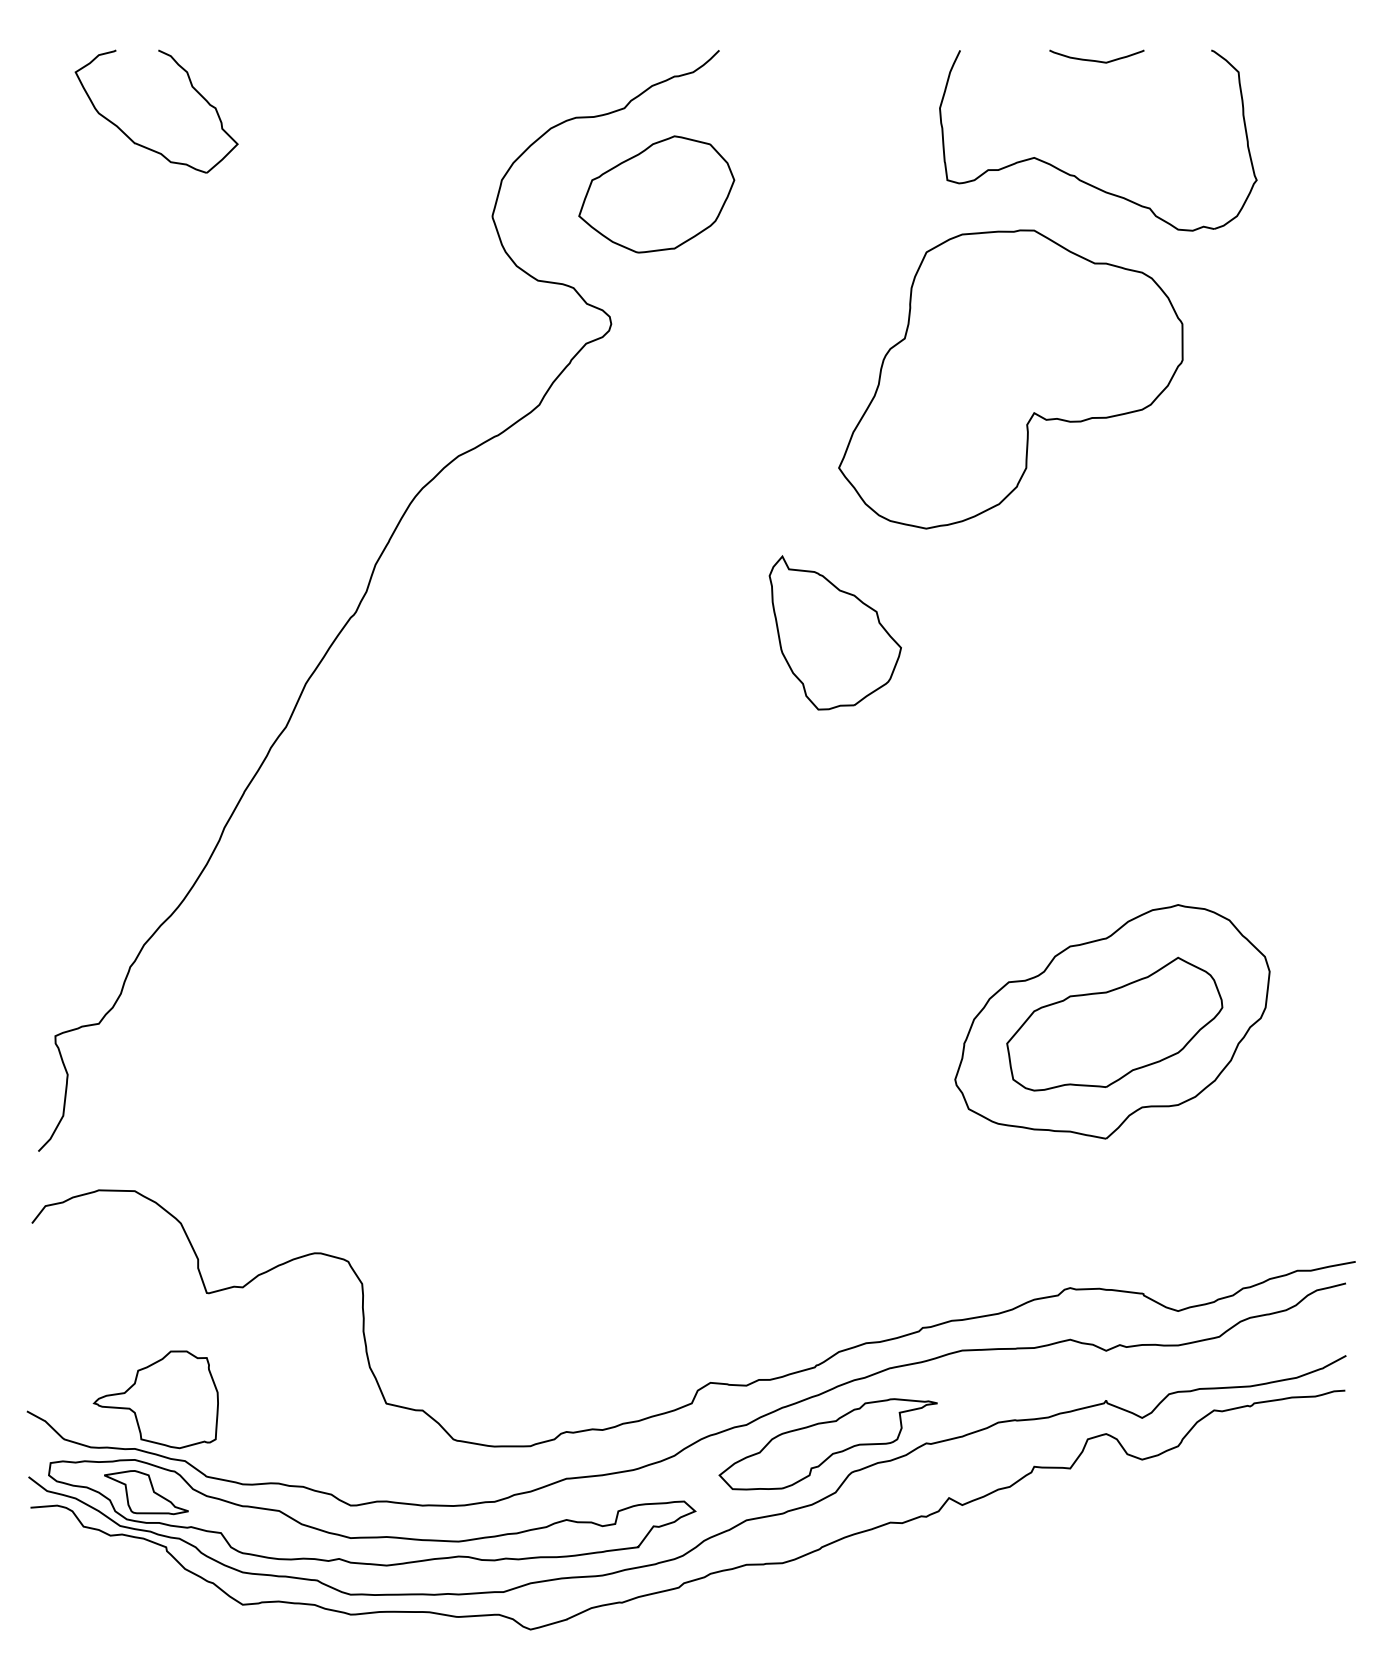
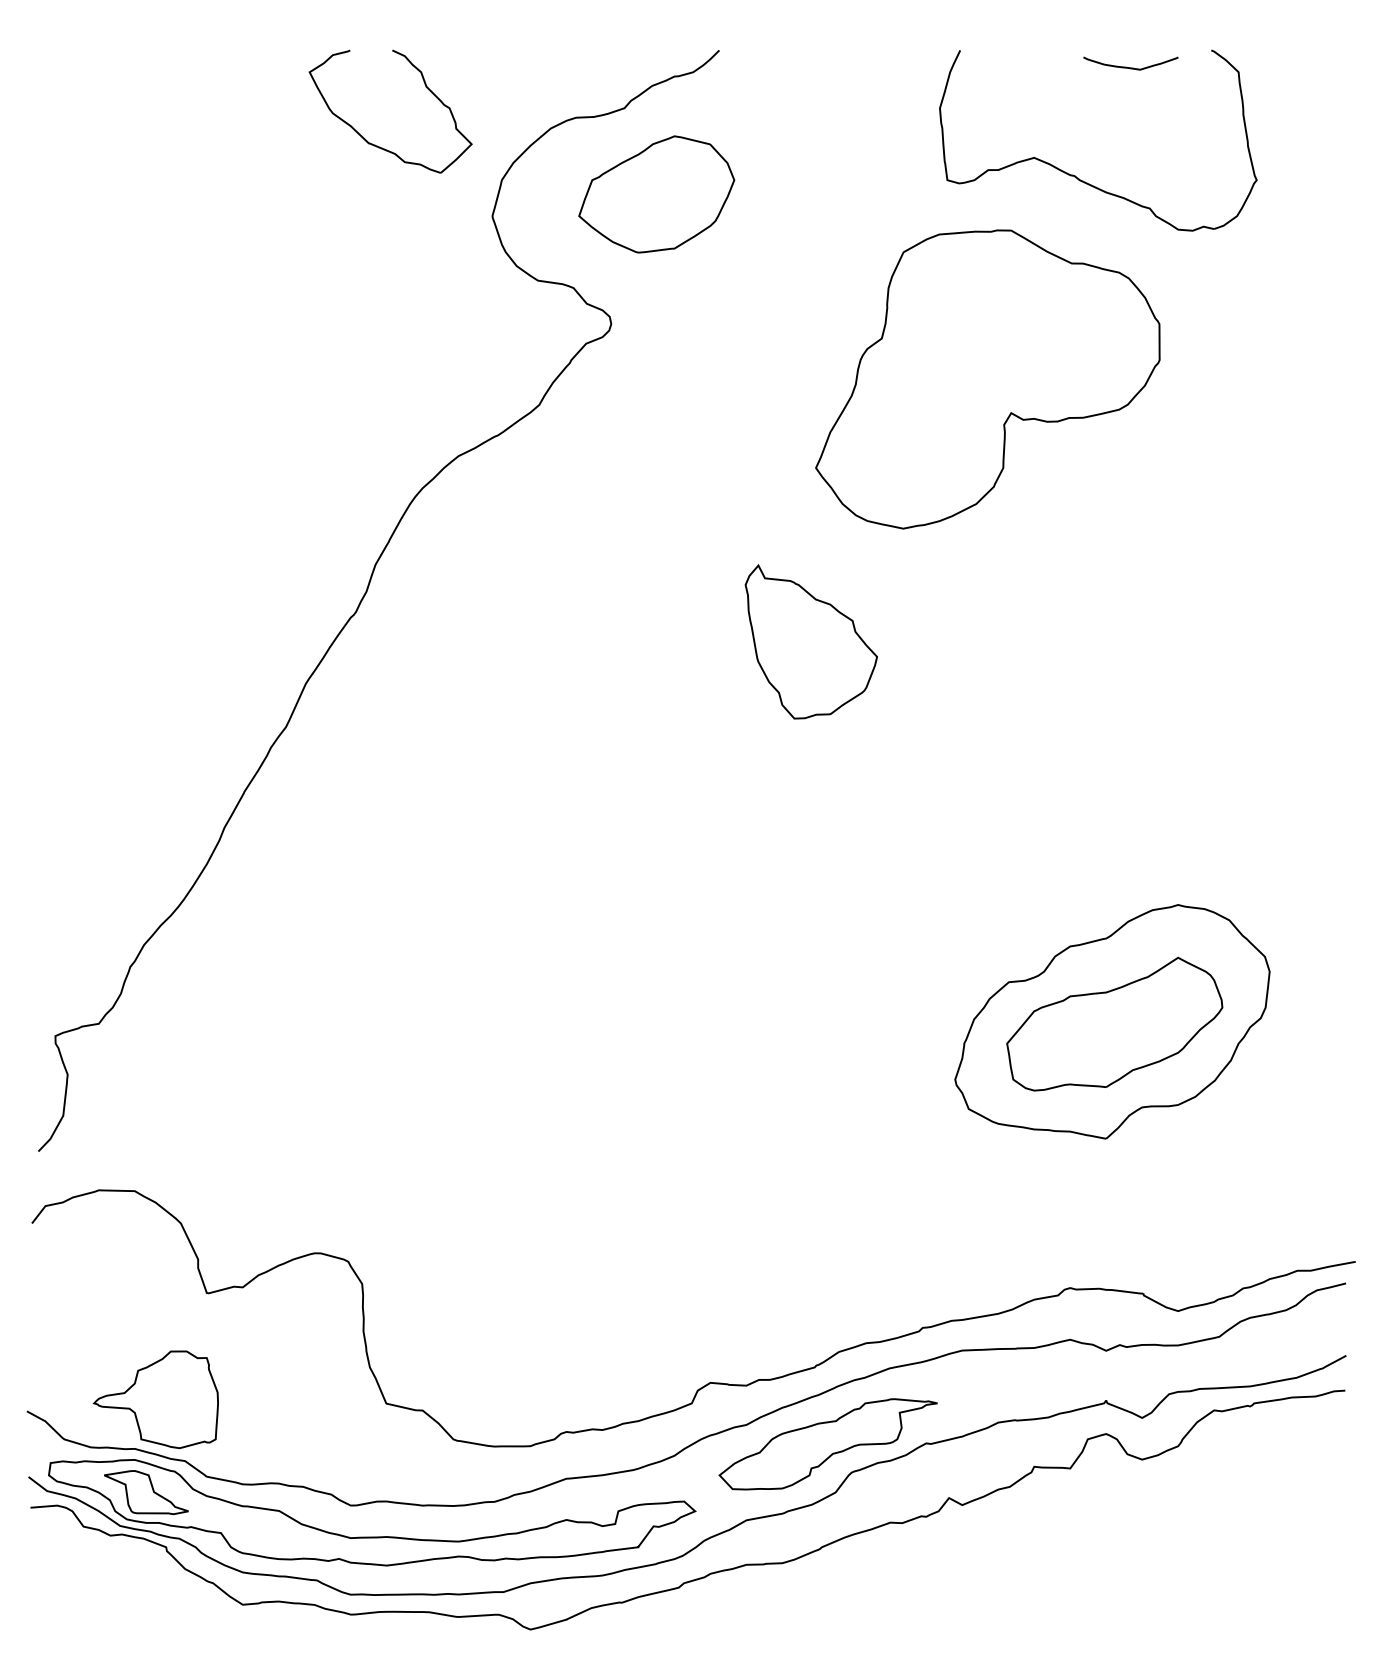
curve at (1096, 60) position: (1096, 60) -> (1130, 67)
part at (141, 144) position: (141, 144) -> (375, 144)
part at (1010, 379) position: (1010, 379) -> (987, 379)
part at (834, 632) position: (834, 632) -> (810, 641)
